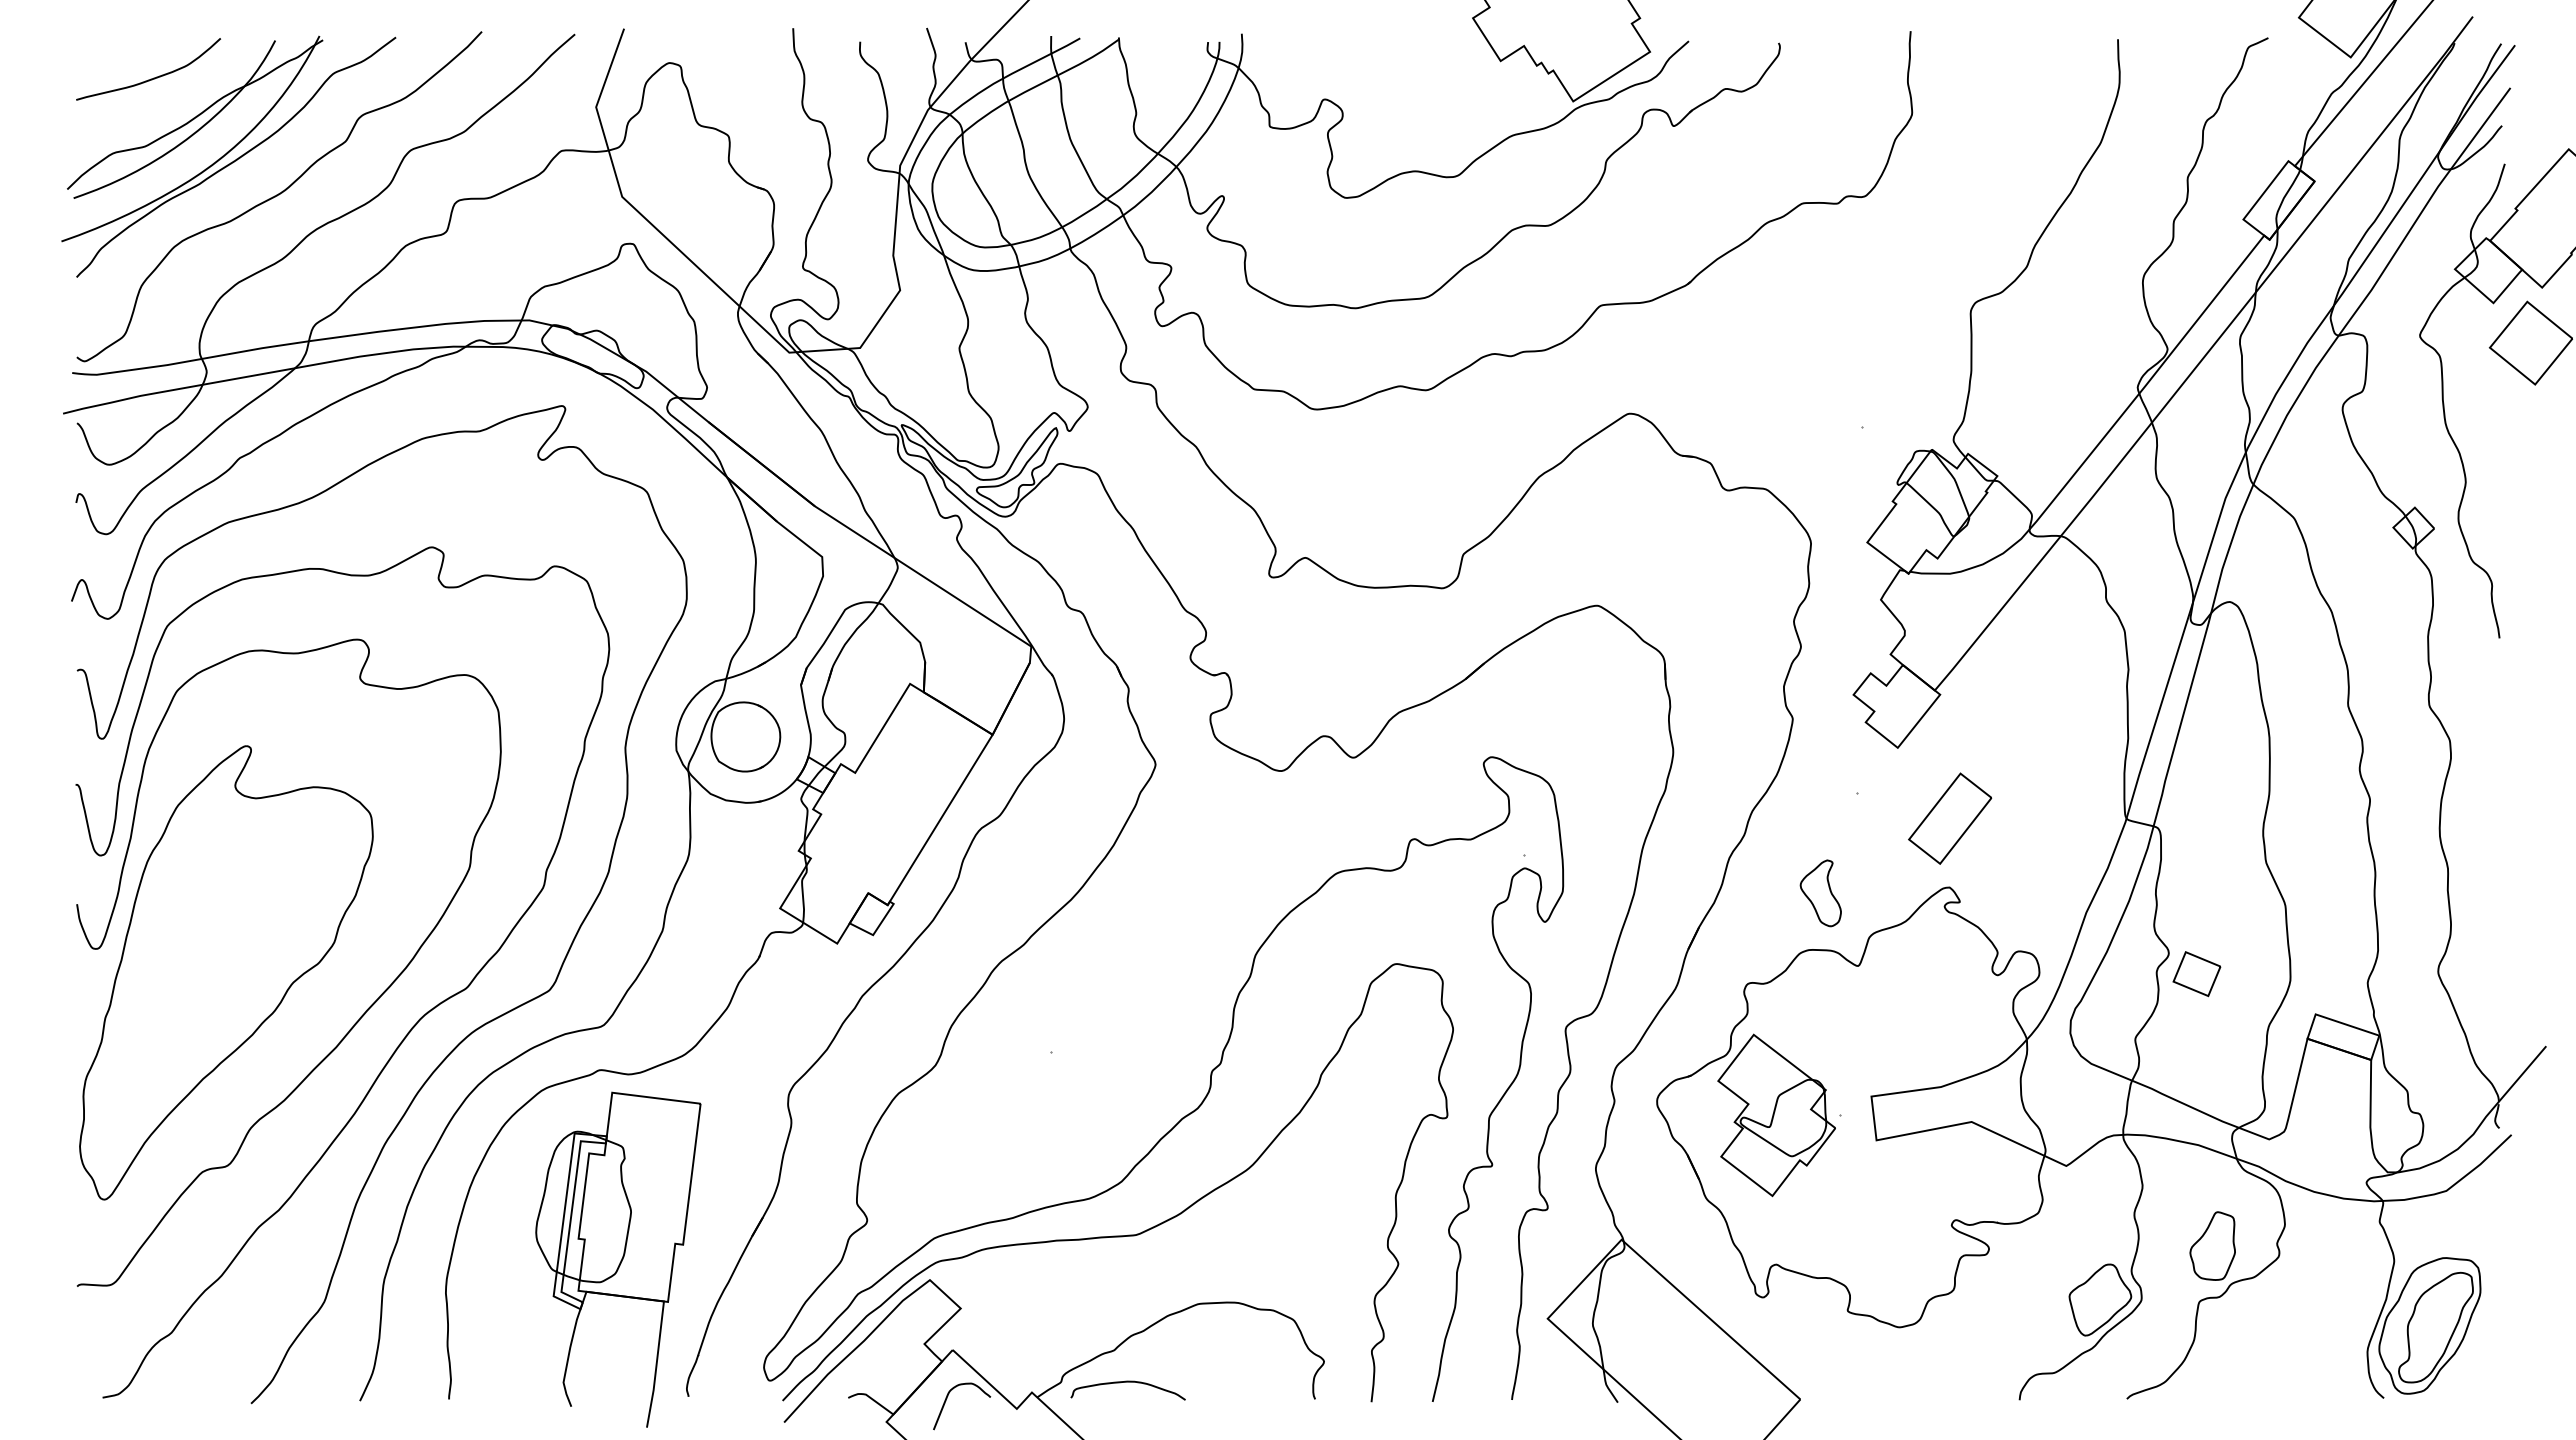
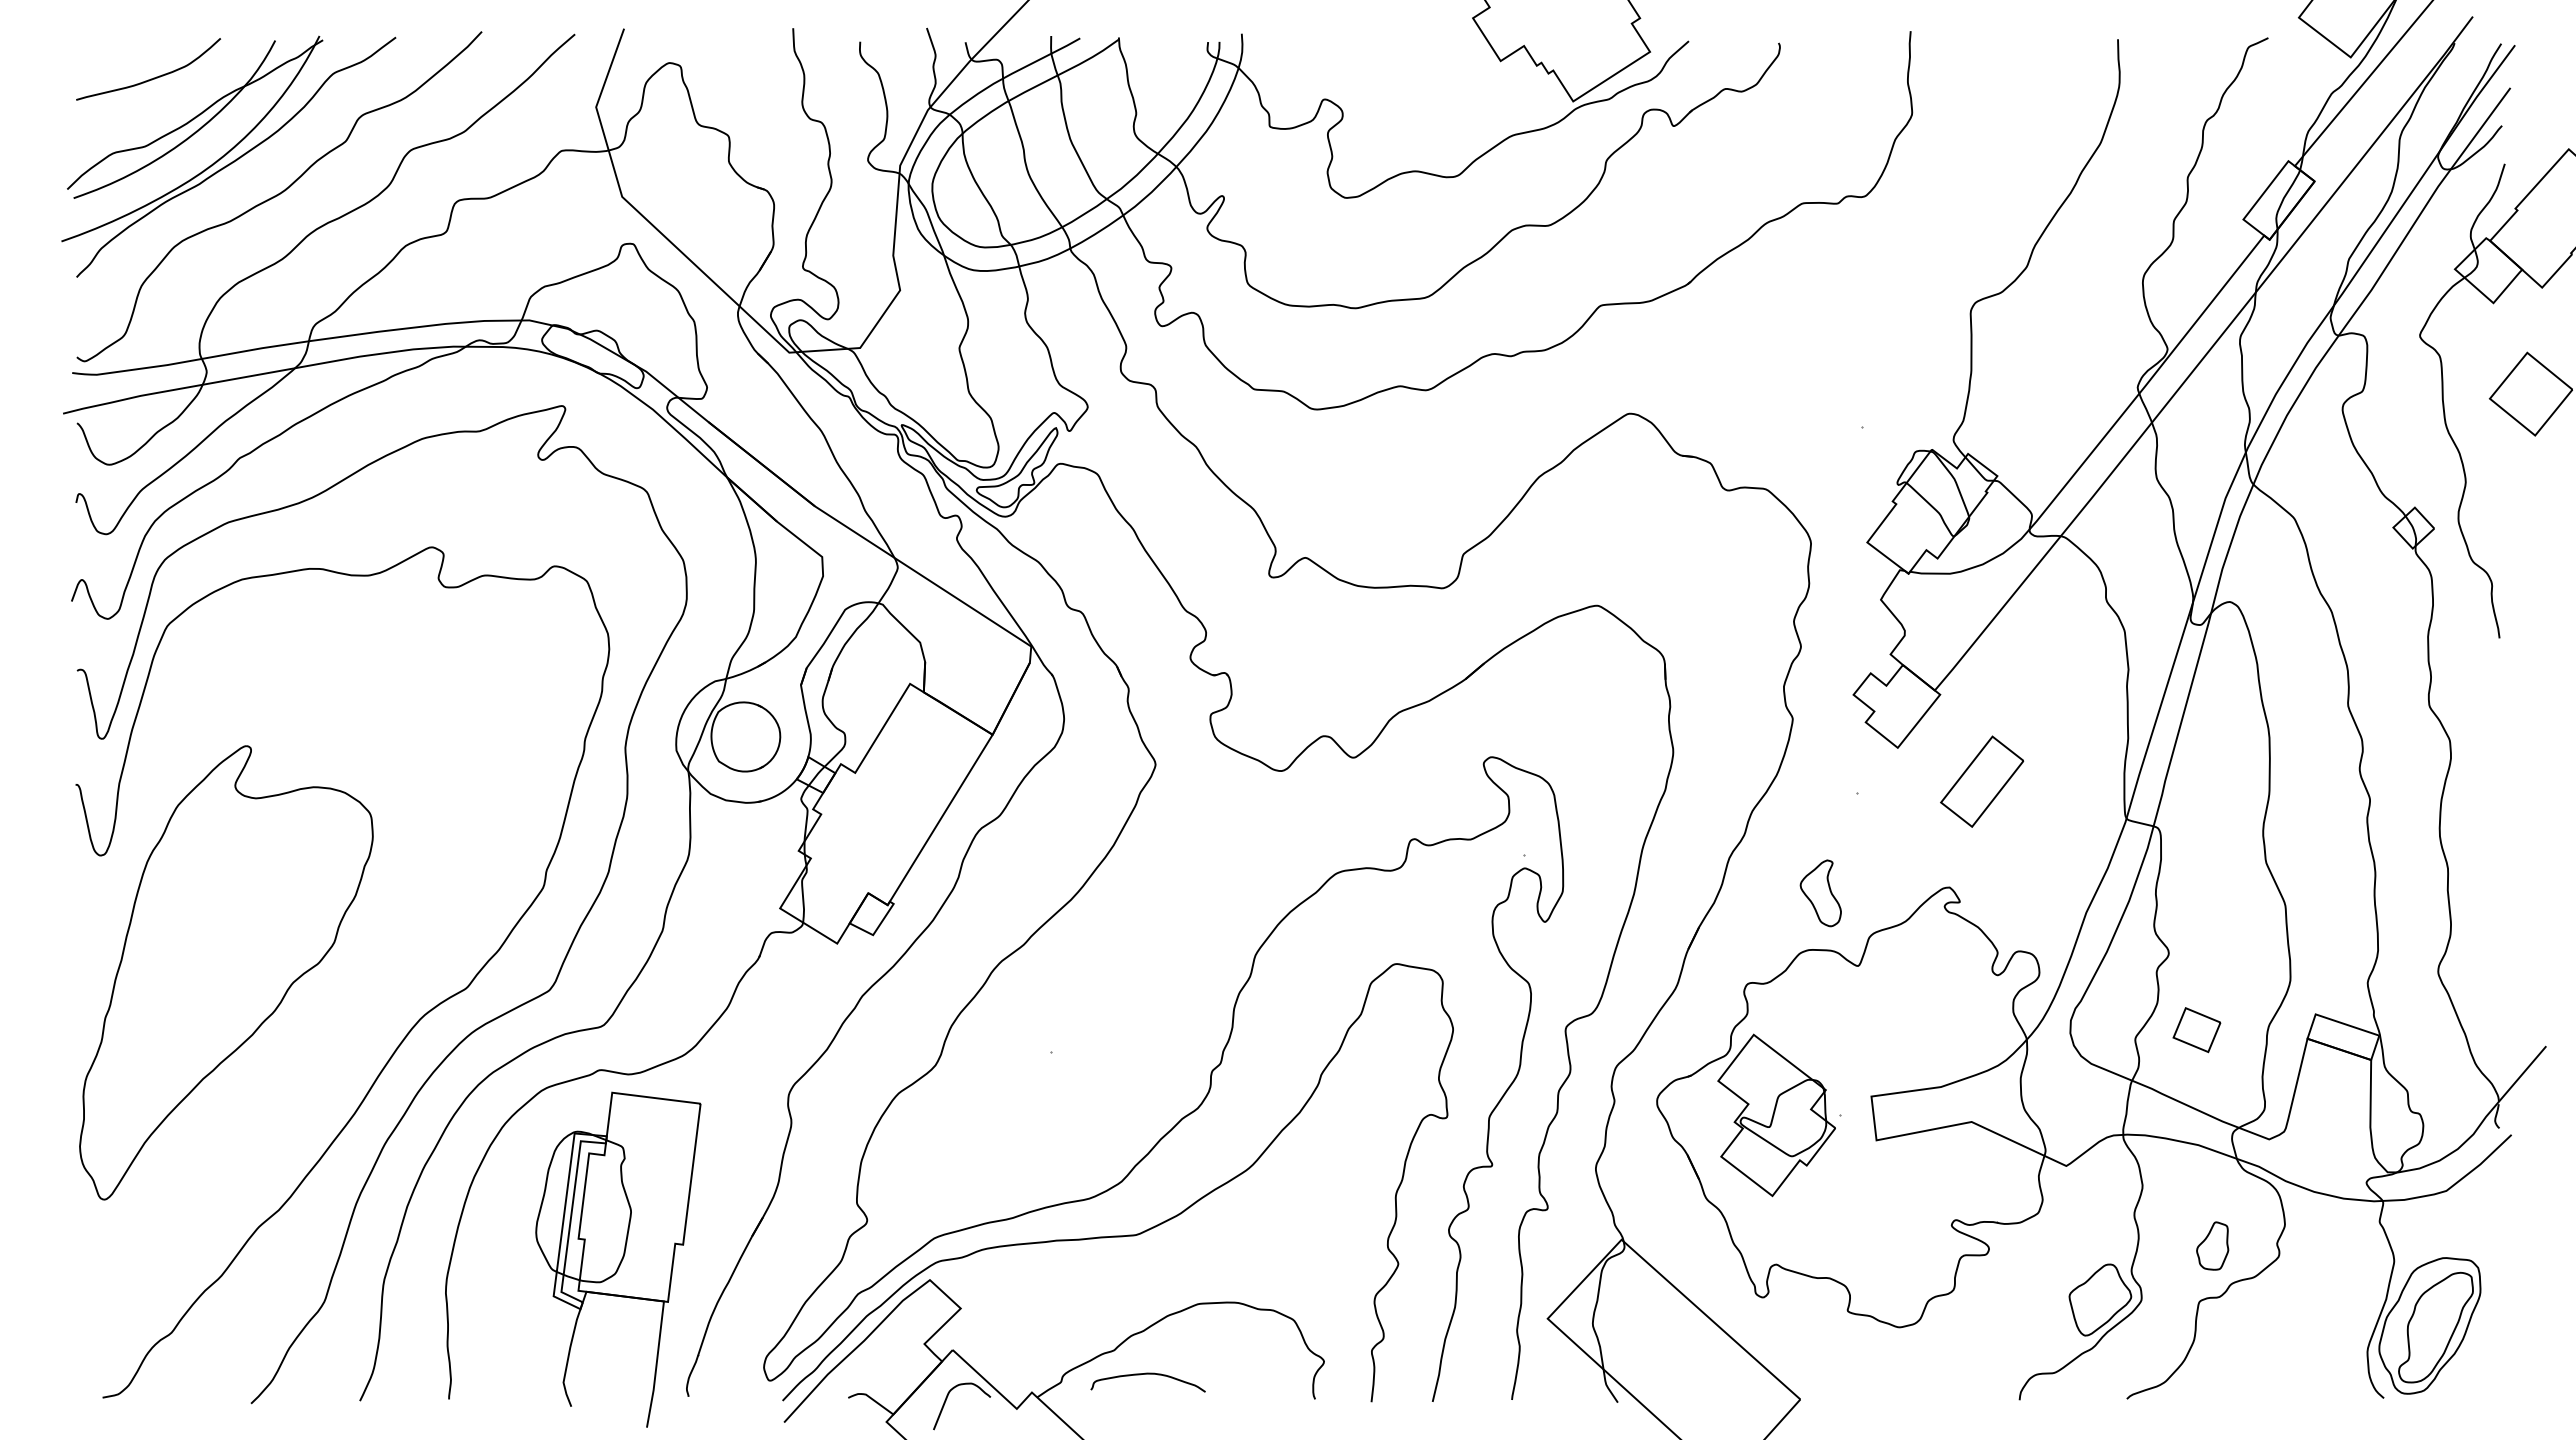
part at (2530, 342) position: (2530, 342) -> (2530, 393)
part at (1950, 818) position: (1950, 818) -> (1982, 781)
part at (2196, 974) position: (2196, 974) -> (2196, 1030)
curve at (354, 1023): present -> none
part at (2212, 1245) size: 47x70 px -> 34x50 px
curve at (1127, 1382) position: (1127, 1382) -> (1147, 1374)
